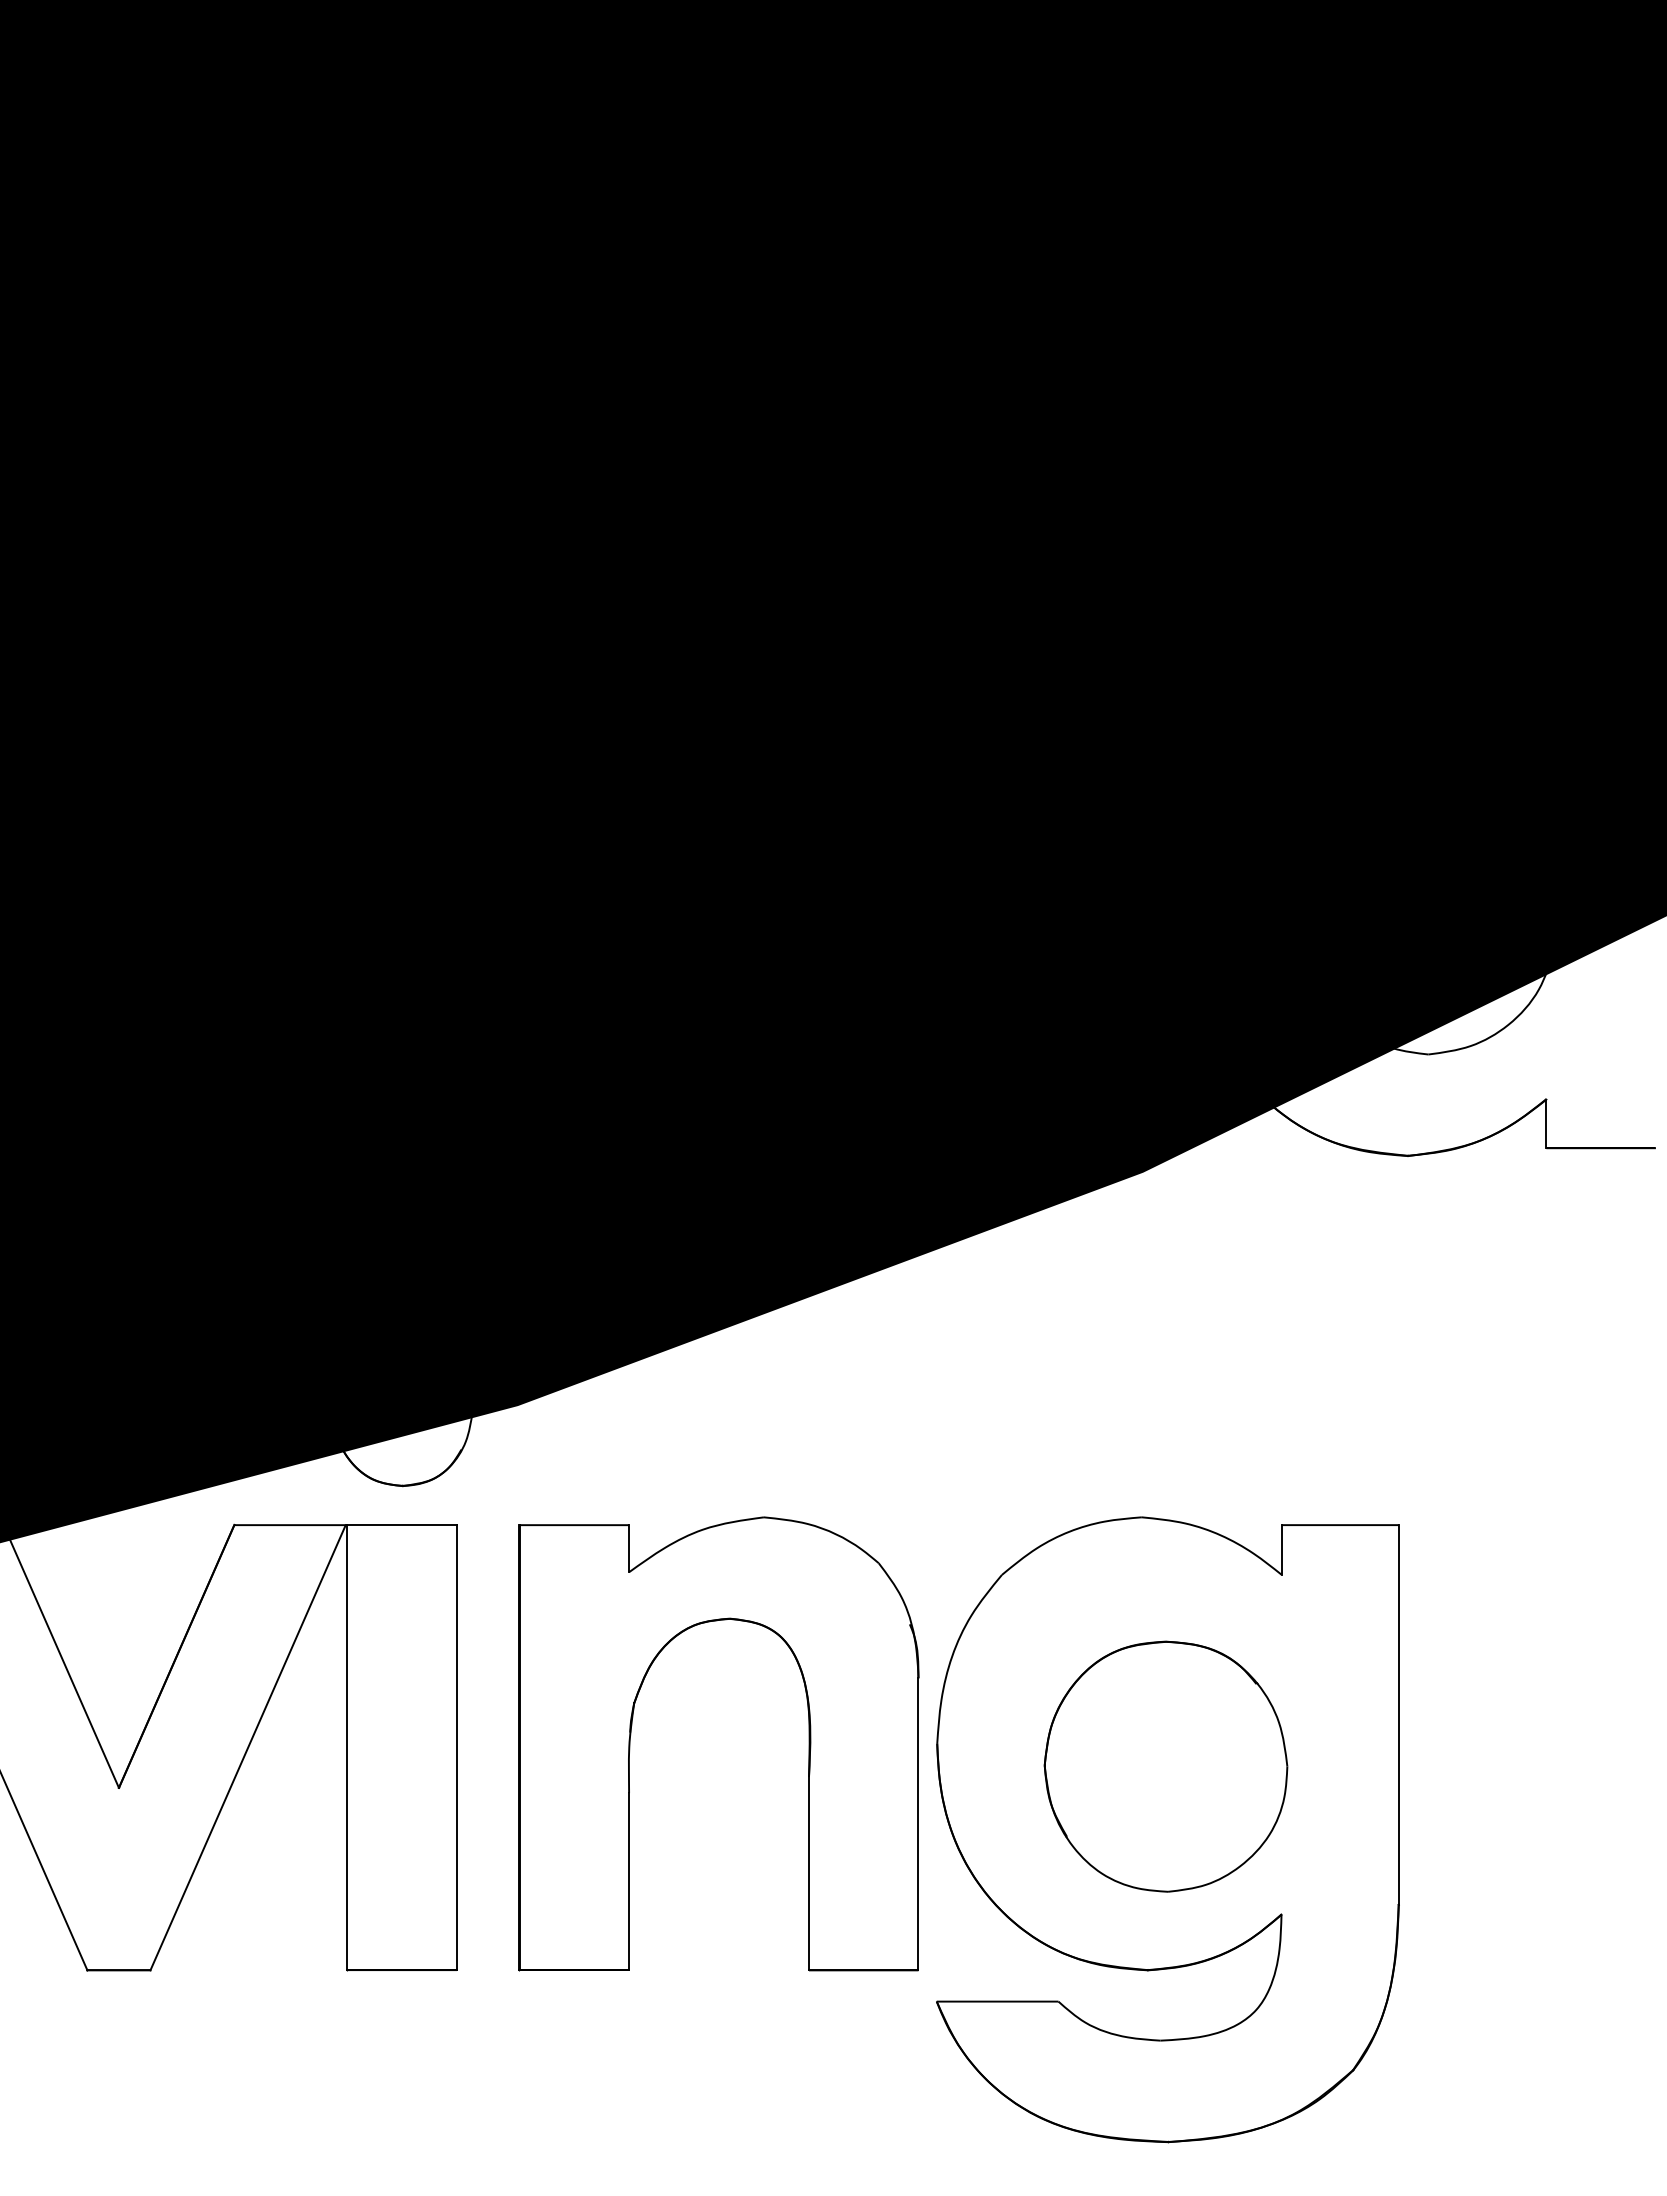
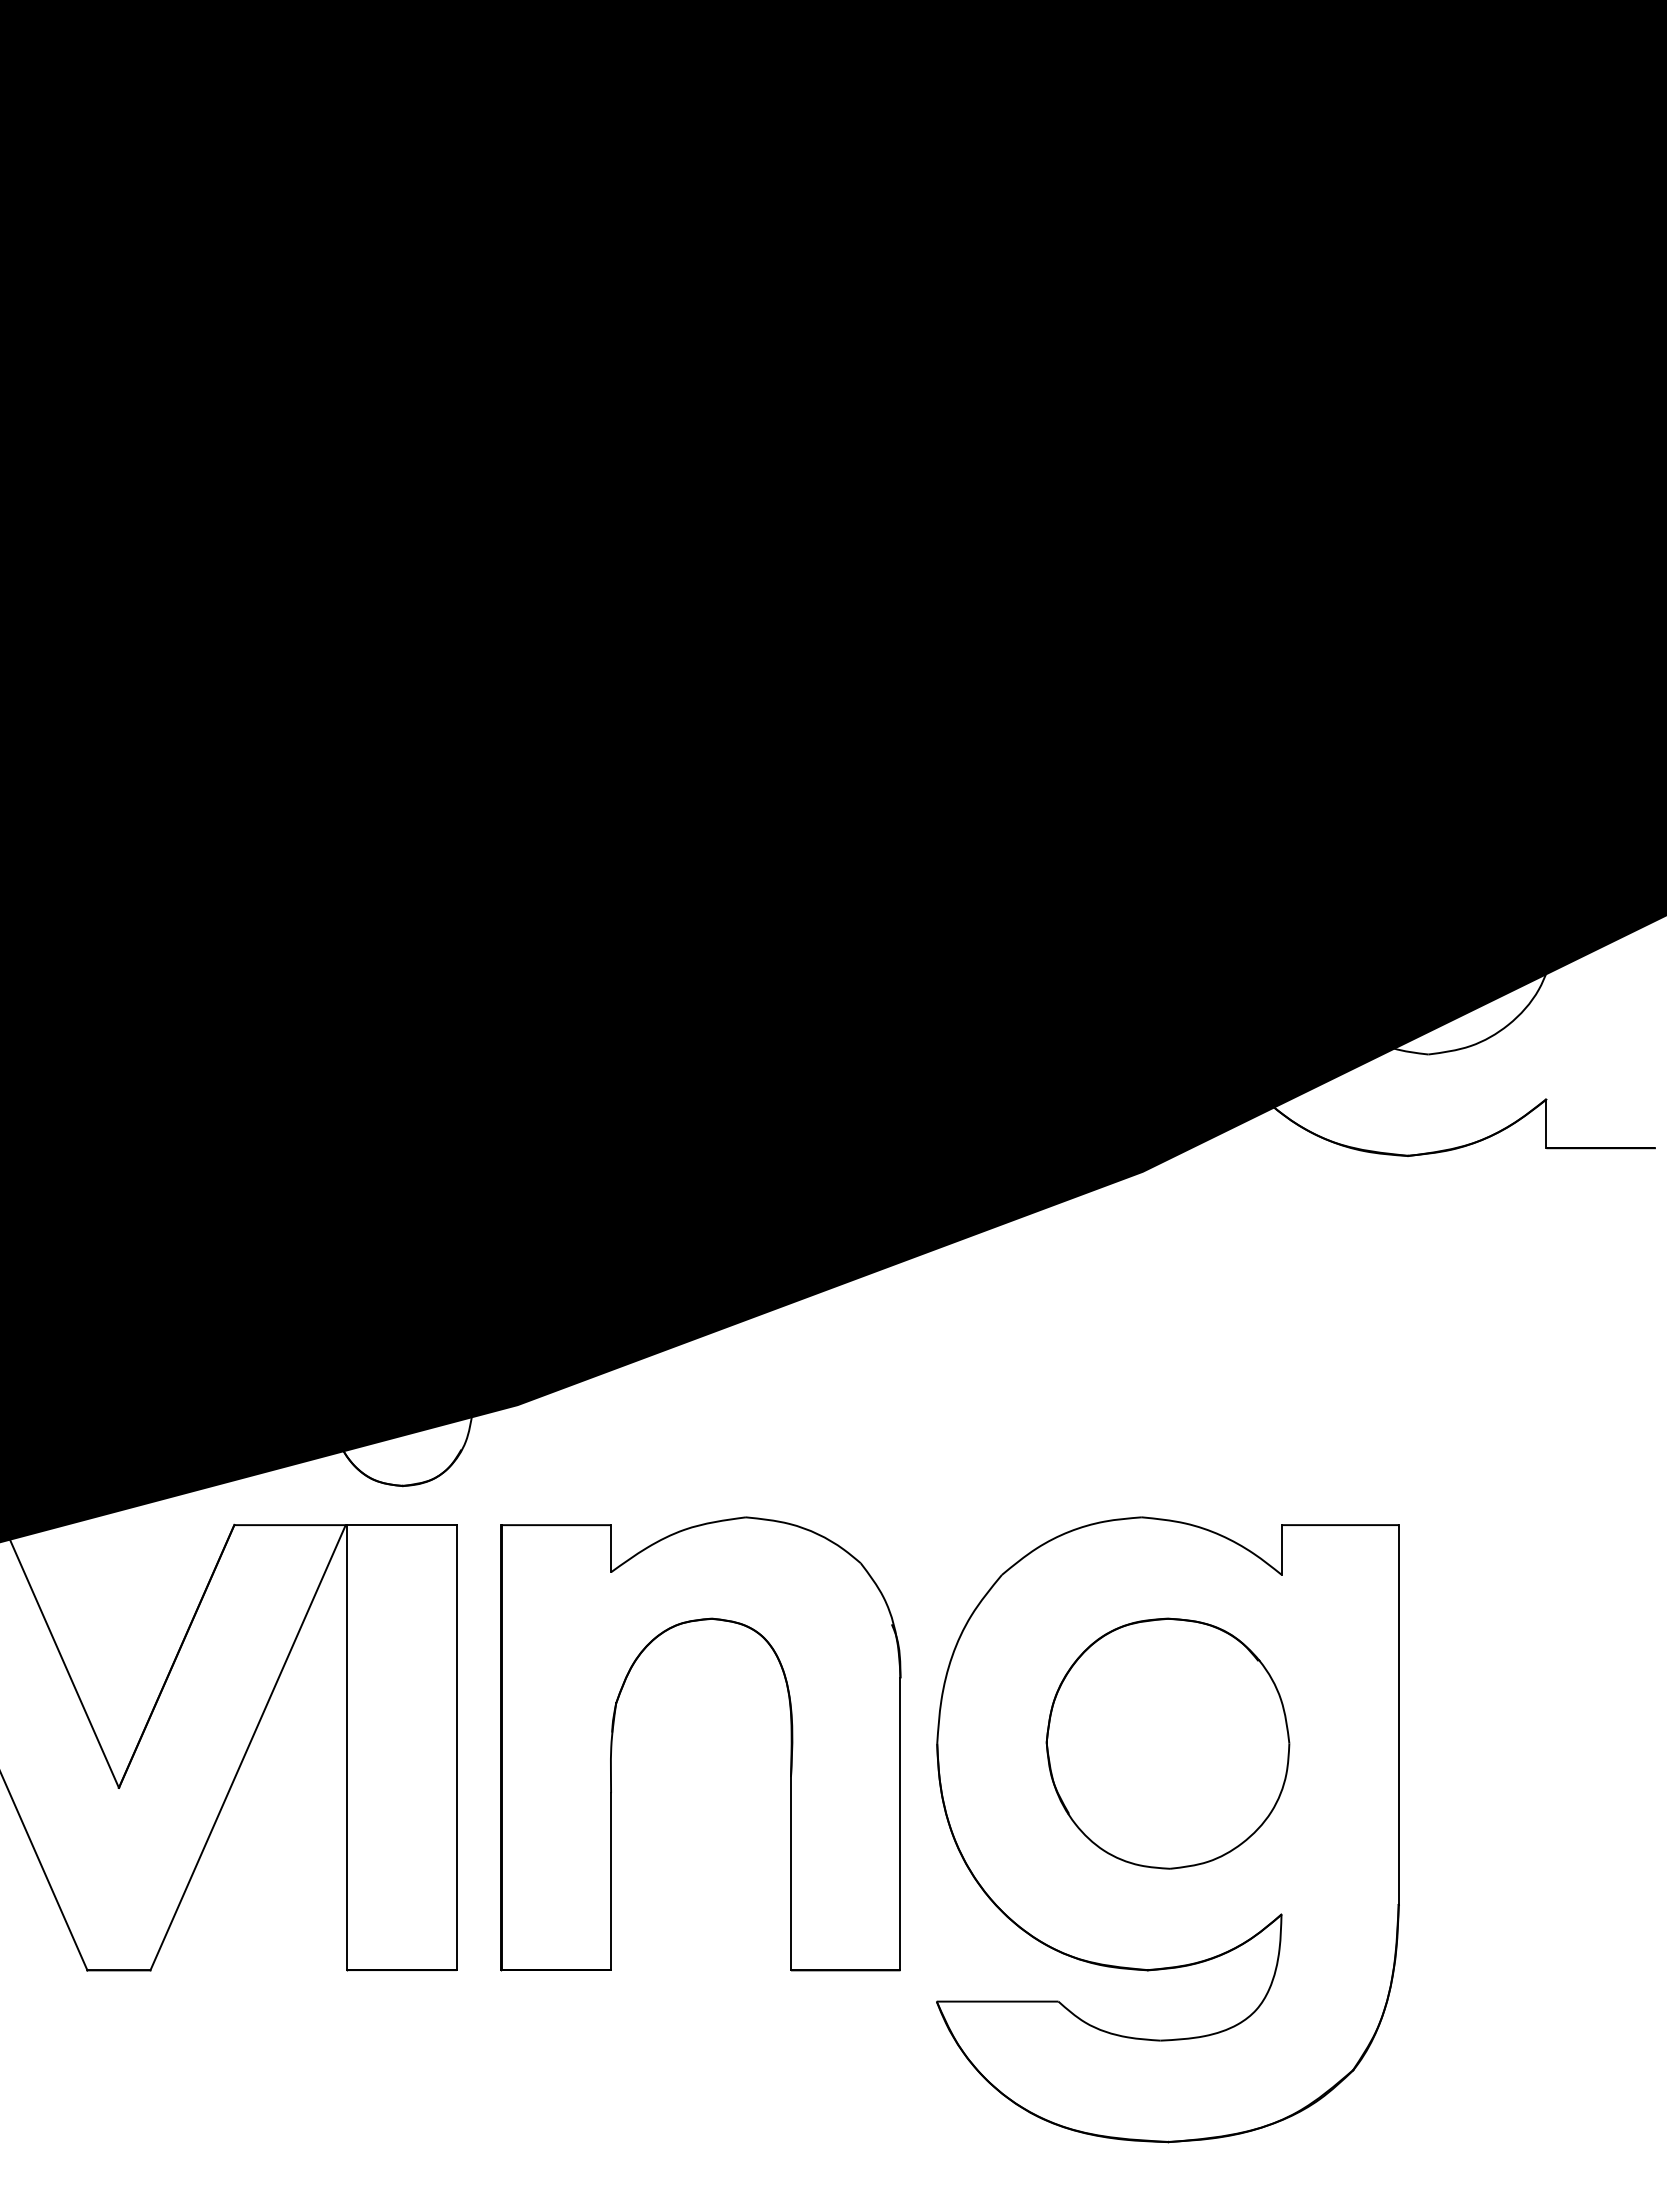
part at (631, 1735) position: (631, 1735) -> (613, 1735)
part at (1165, 1766) position: (1165, 1766) -> (1167, 1743)
